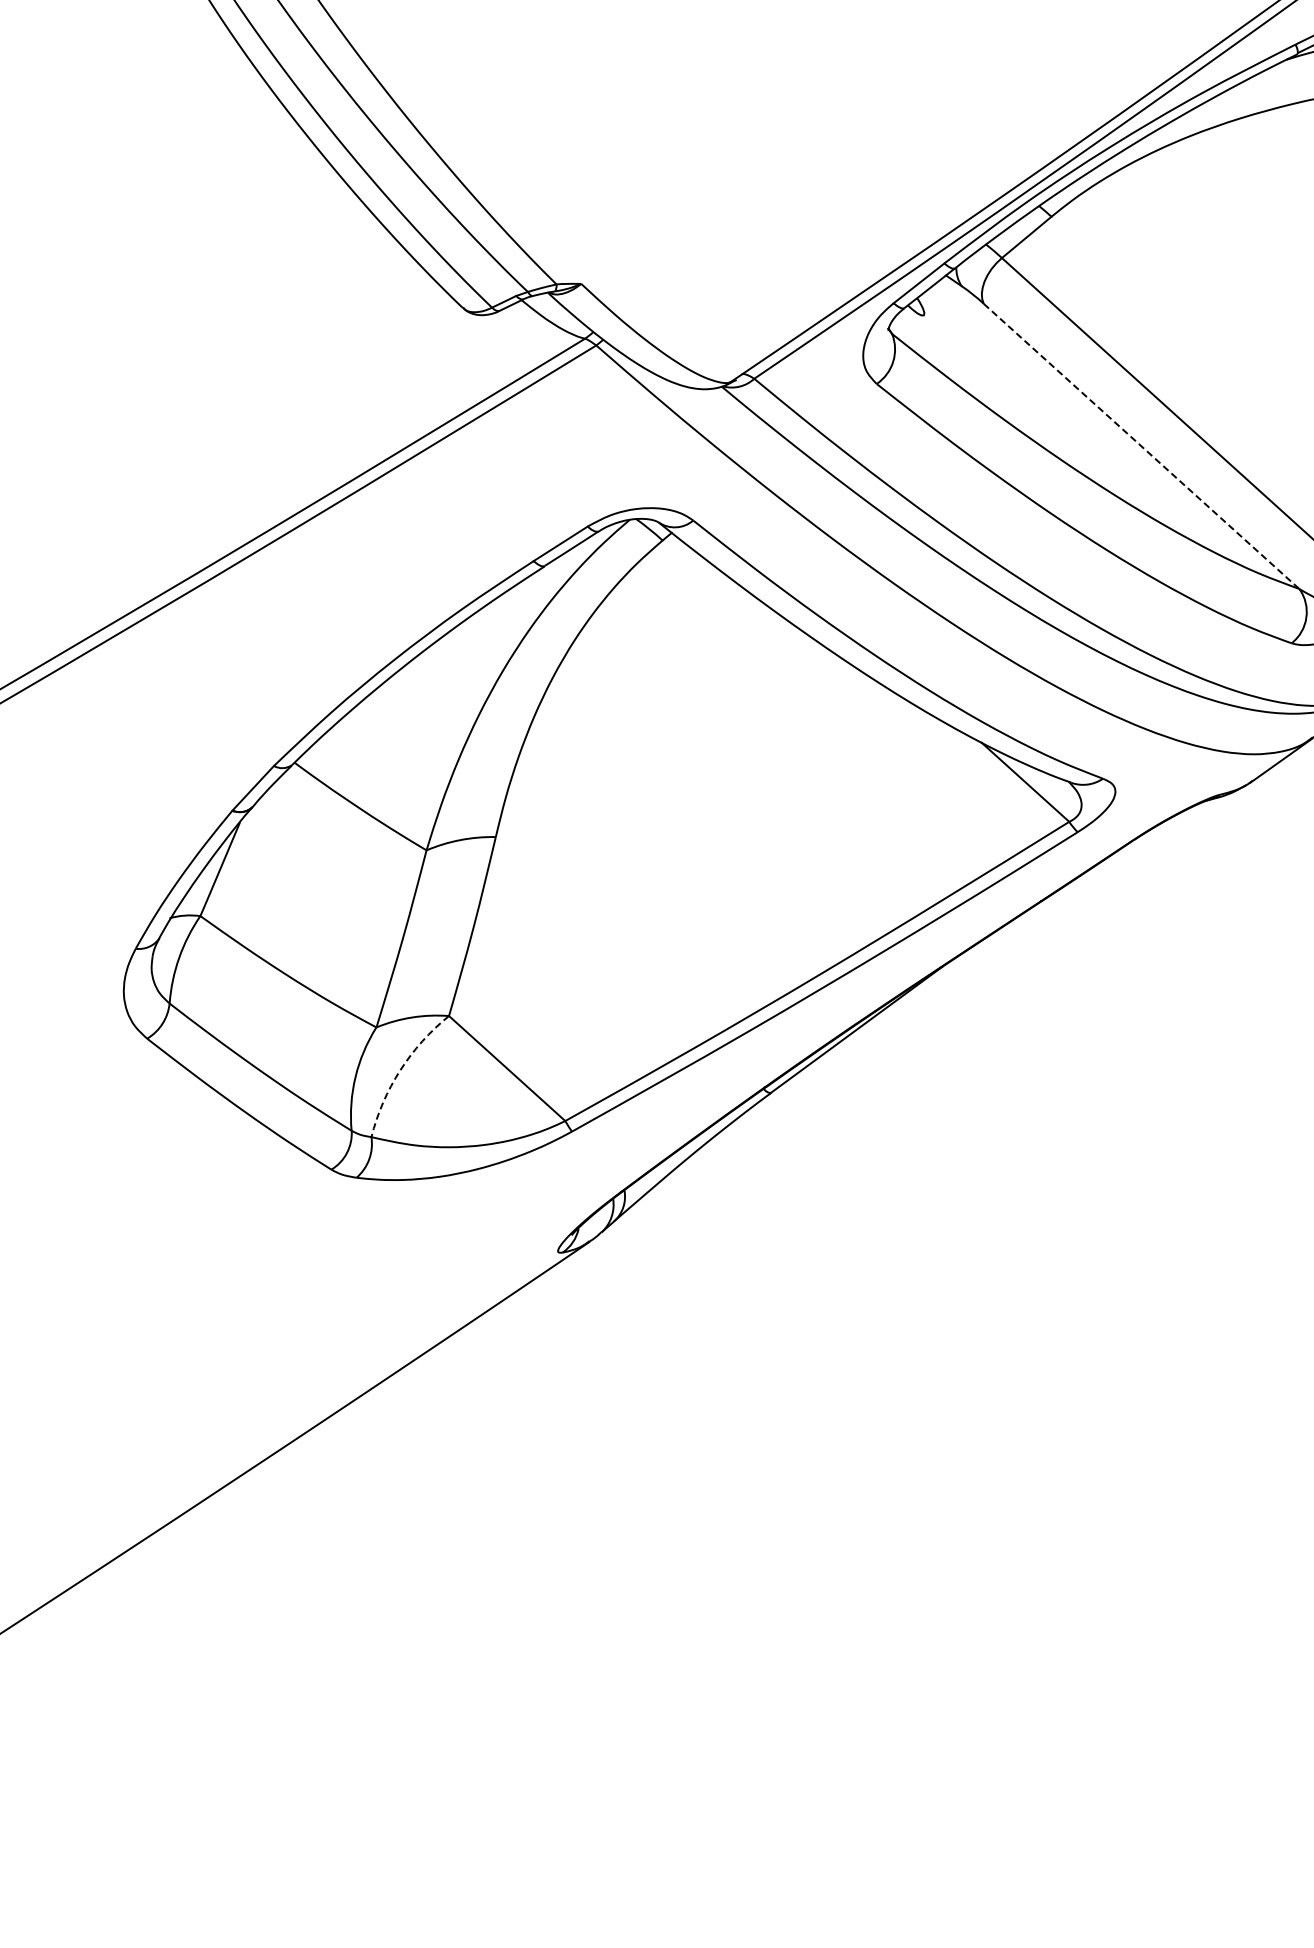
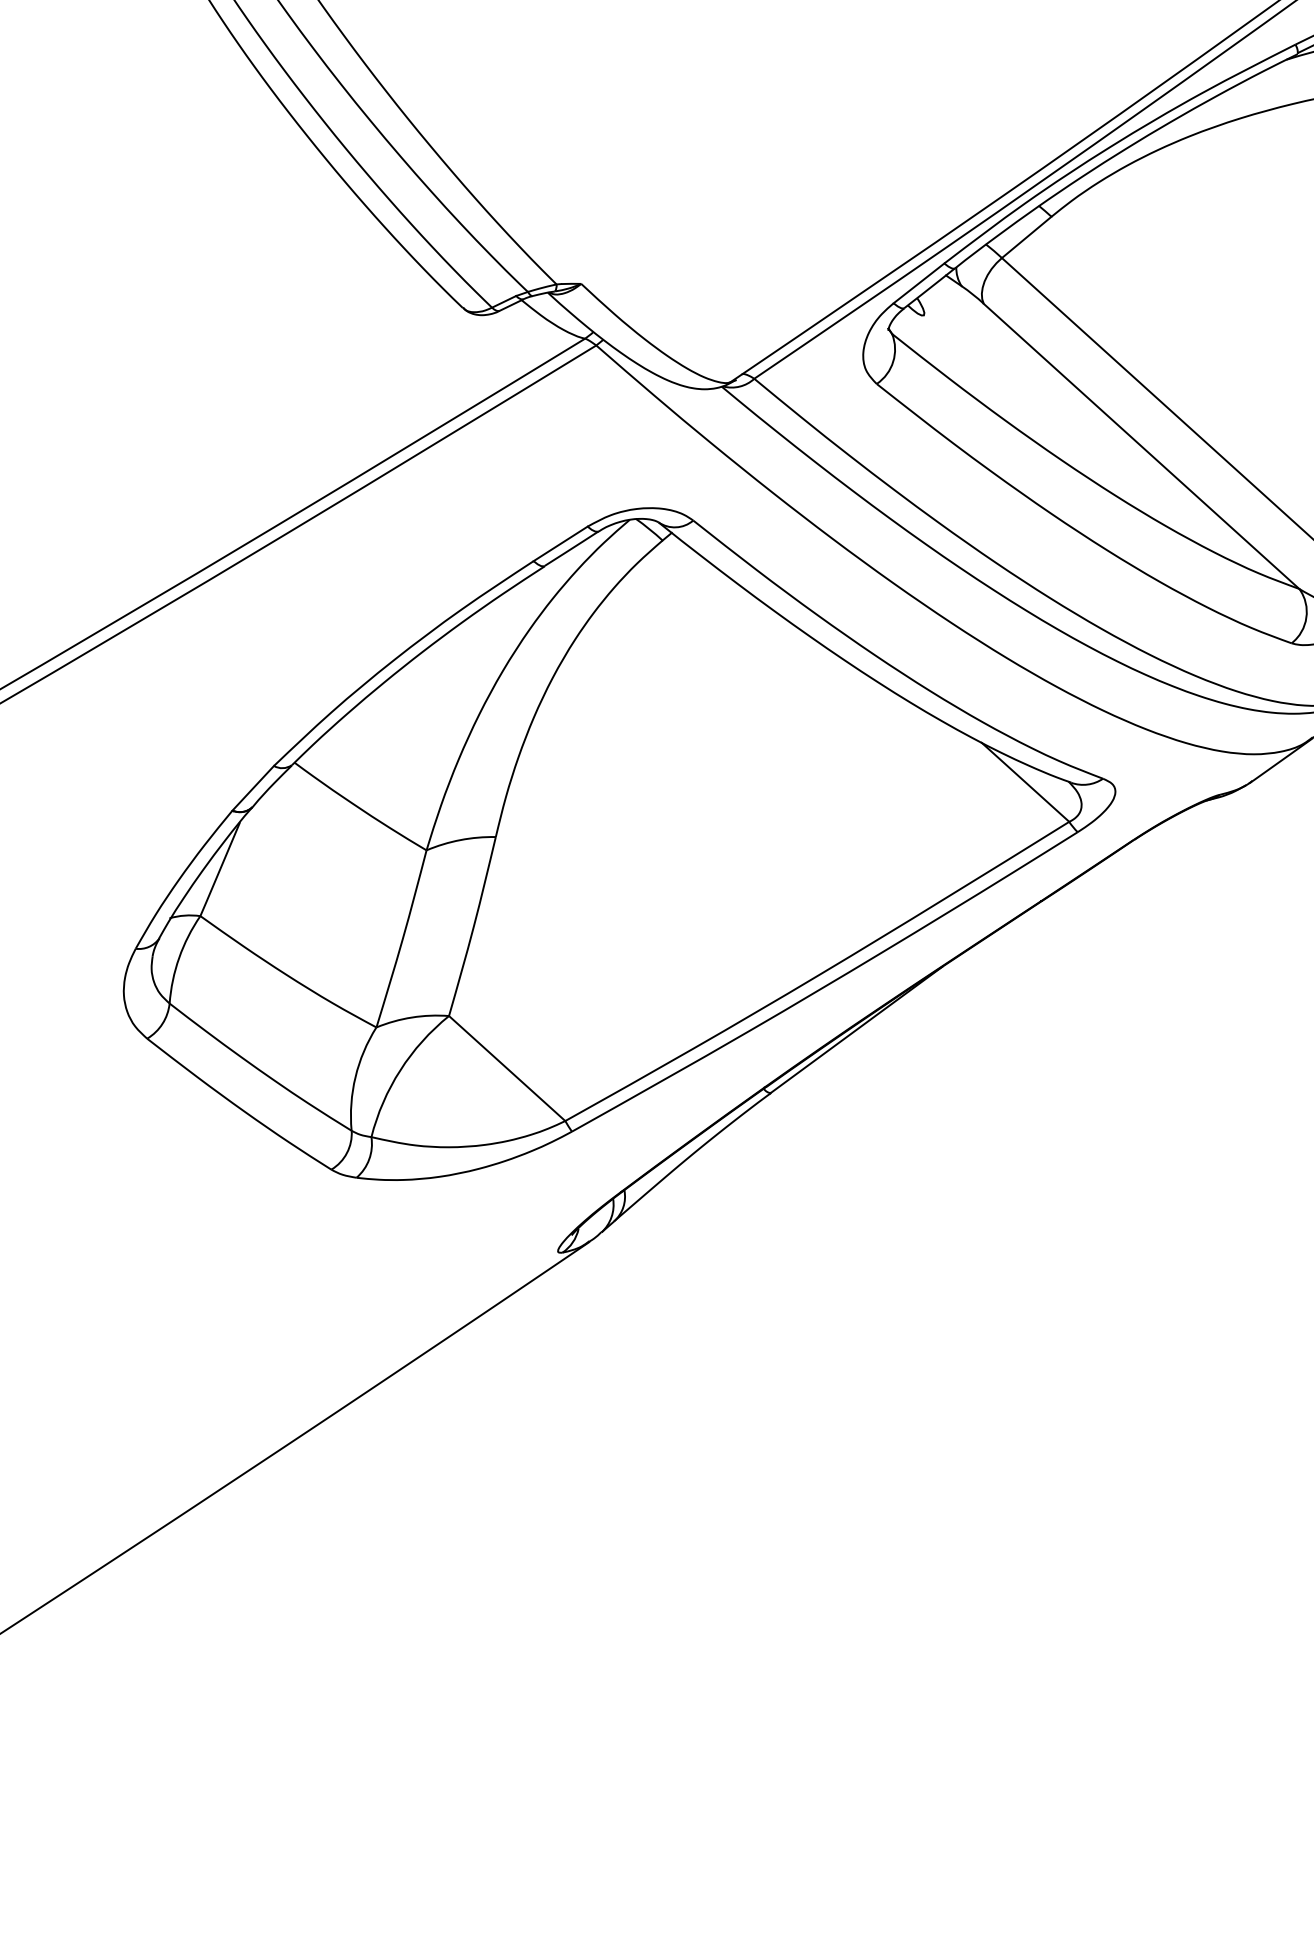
line at (1141, 446): dashed -> solid
arc at (400, 1070): dashed -> solid
